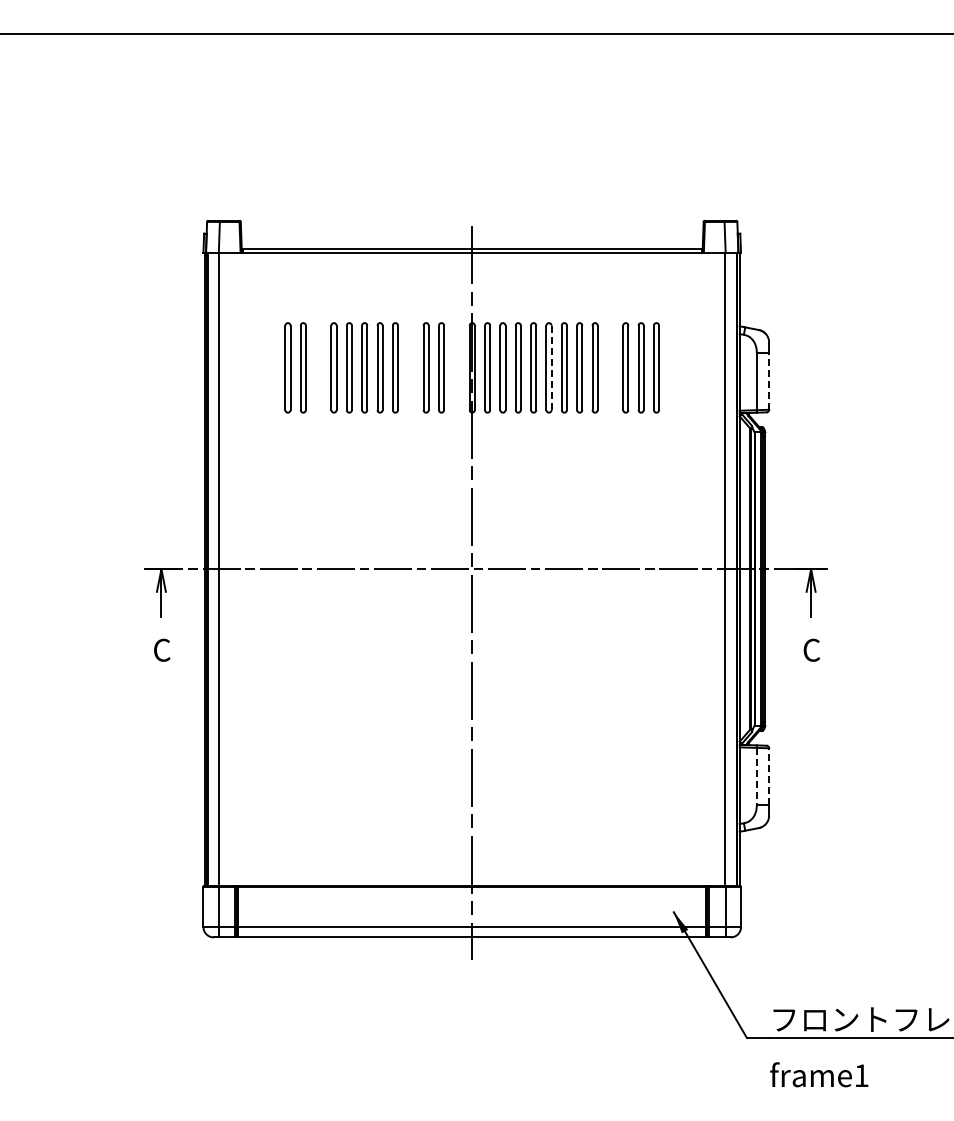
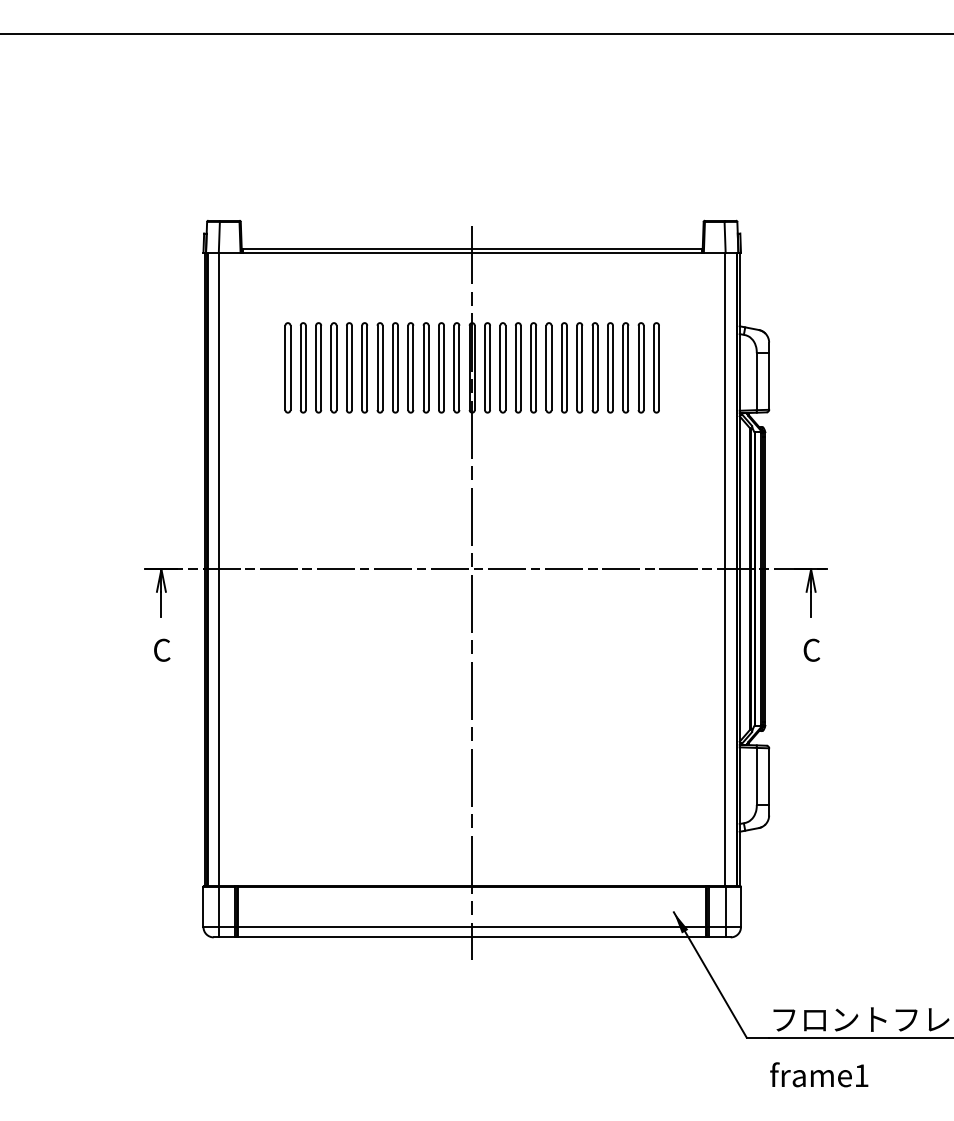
part at (318, 367): none -> present
part at (410, 367): none -> present
part at (456, 367): none -> present
part at (610, 367): none -> present
line at (551, 368): dashed -> solid
line at (769, 380): dashed -> solid
line at (756, 776): dashed -> solid
line at (769, 776): dashed -> solid
